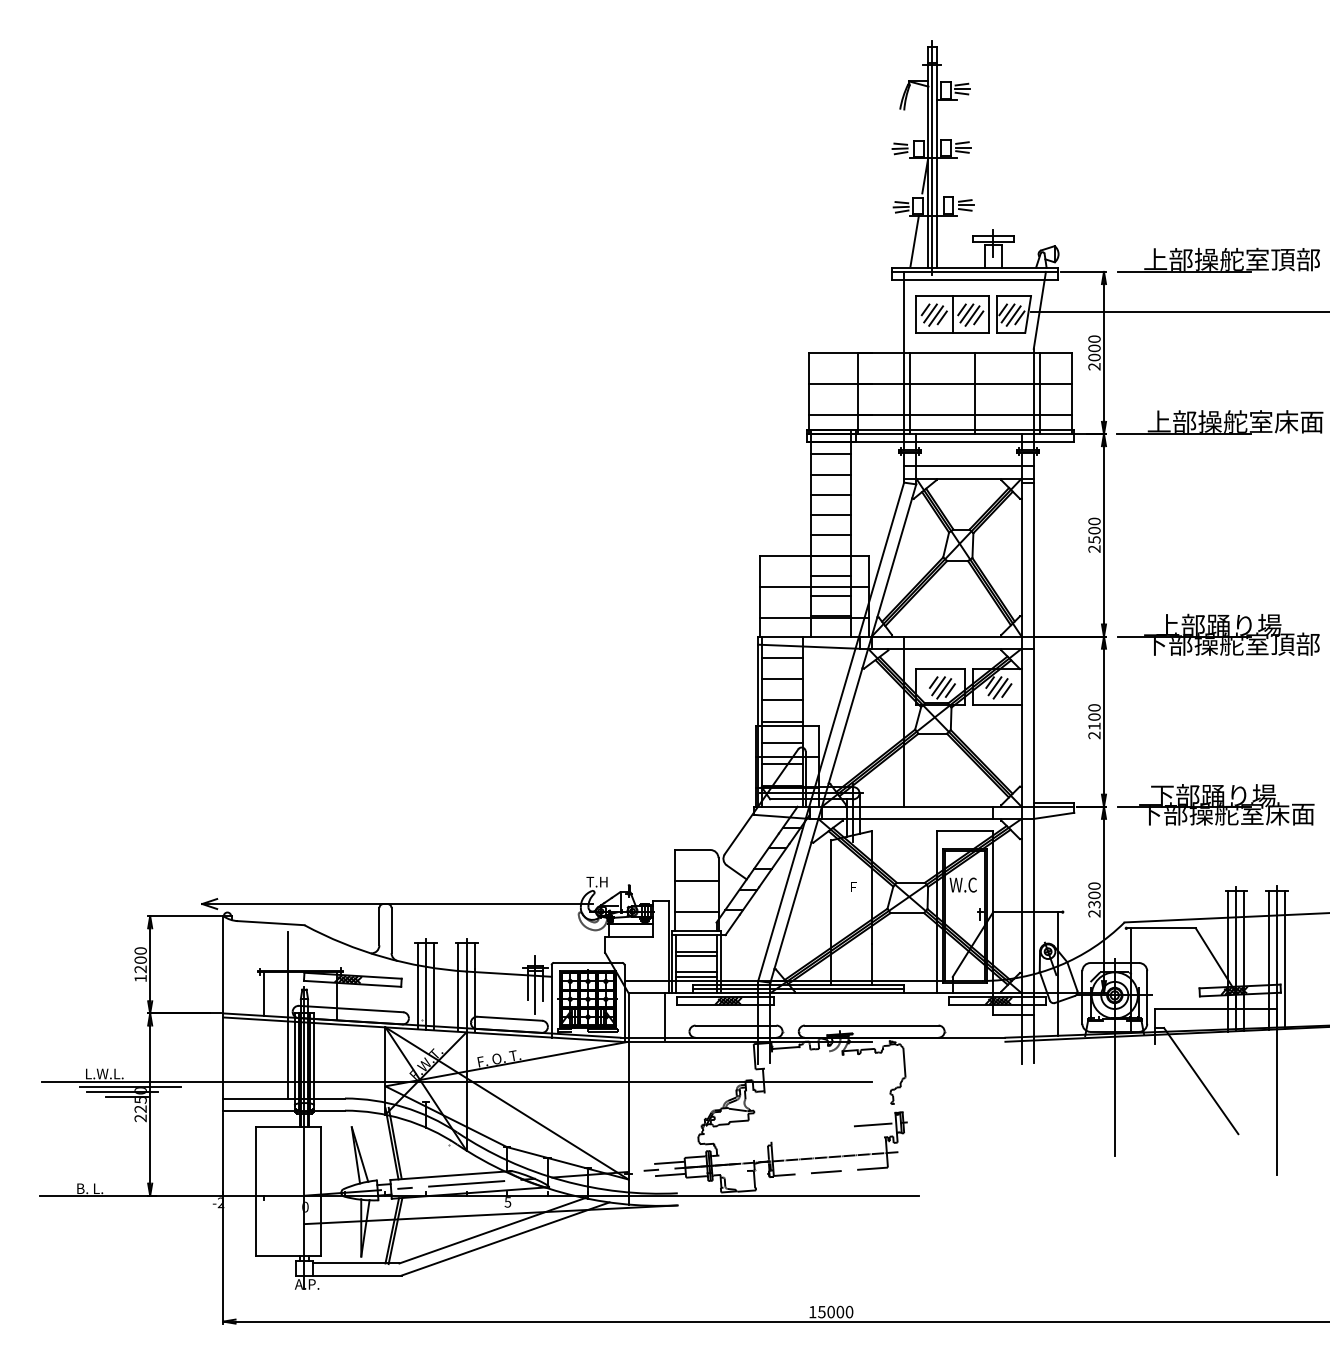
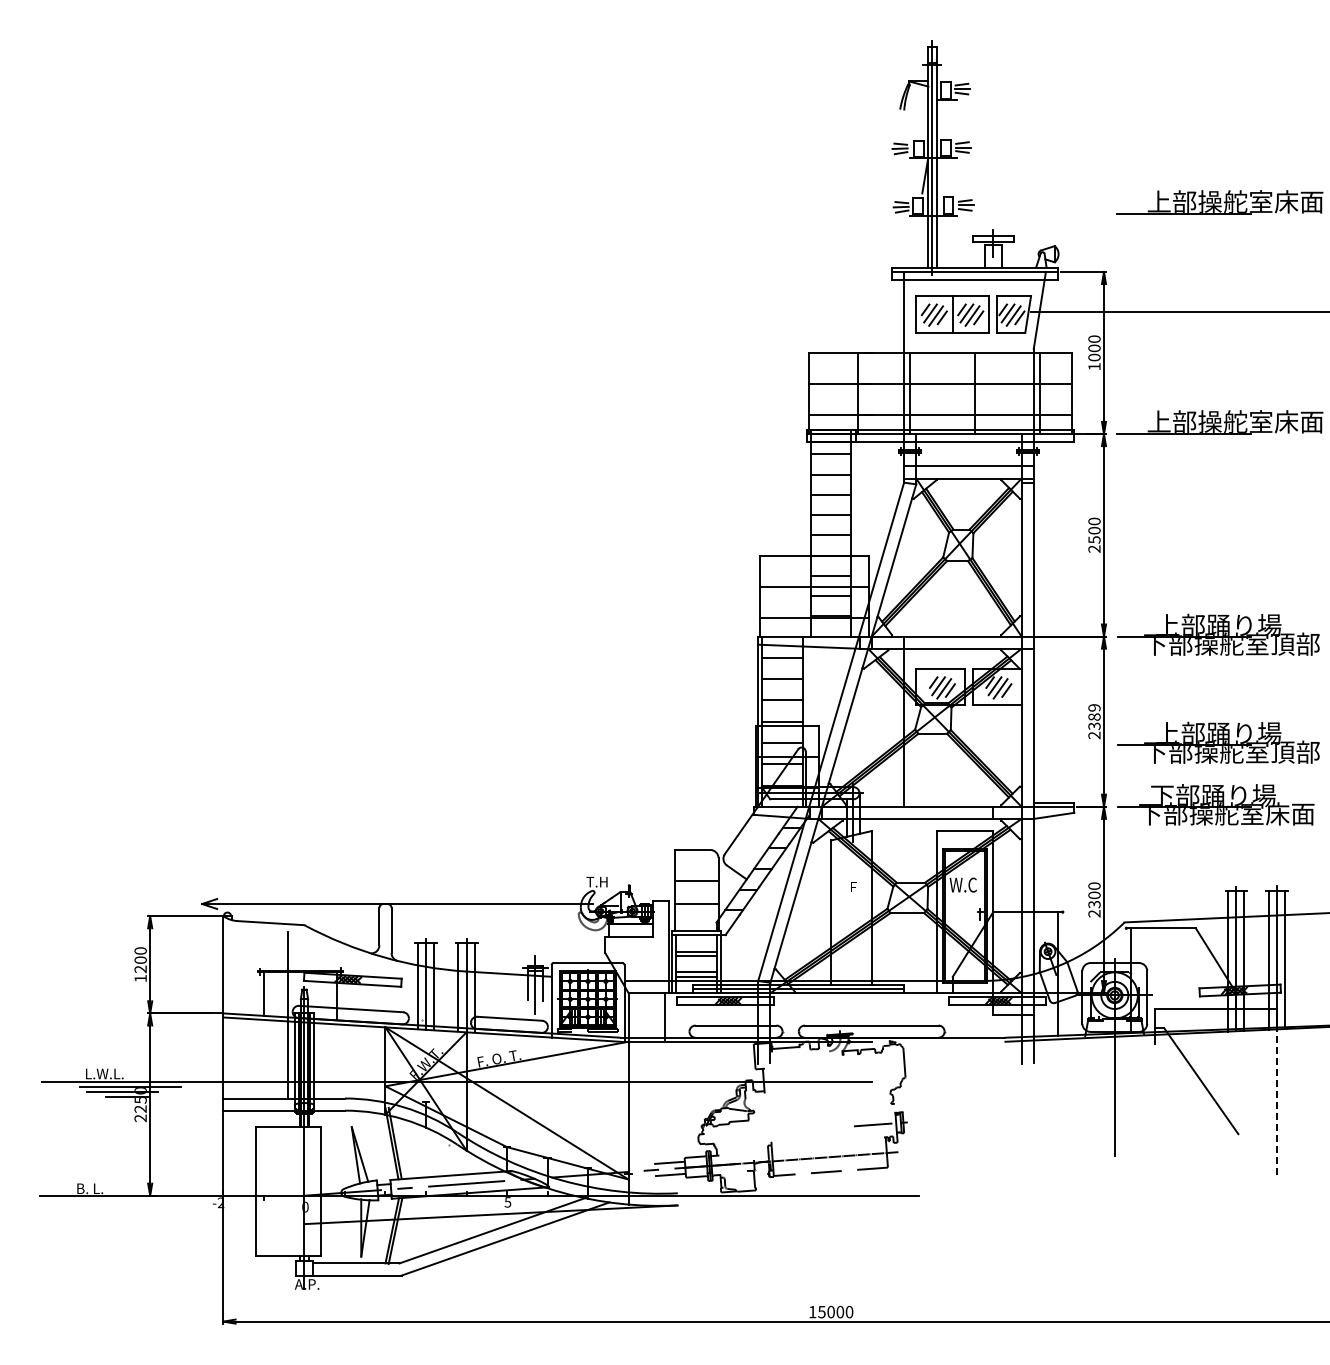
part at (1219, 202): none -> present
line at (914, 240): present -> none
part at (1218, 259): present -> none
text at (1094, 366): 2000 -> 1000
text at (1094, 717): 2100 -> 2389
part at (1218, 742): none -> present
line at (696, 912) position: (696, 912) -> (696, 904)
line at (1276, 1101): solid -> dashed
